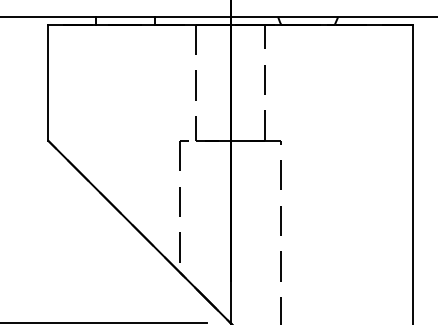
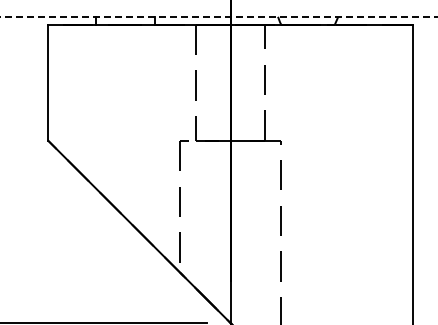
line at (219, 16): solid -> dashed
